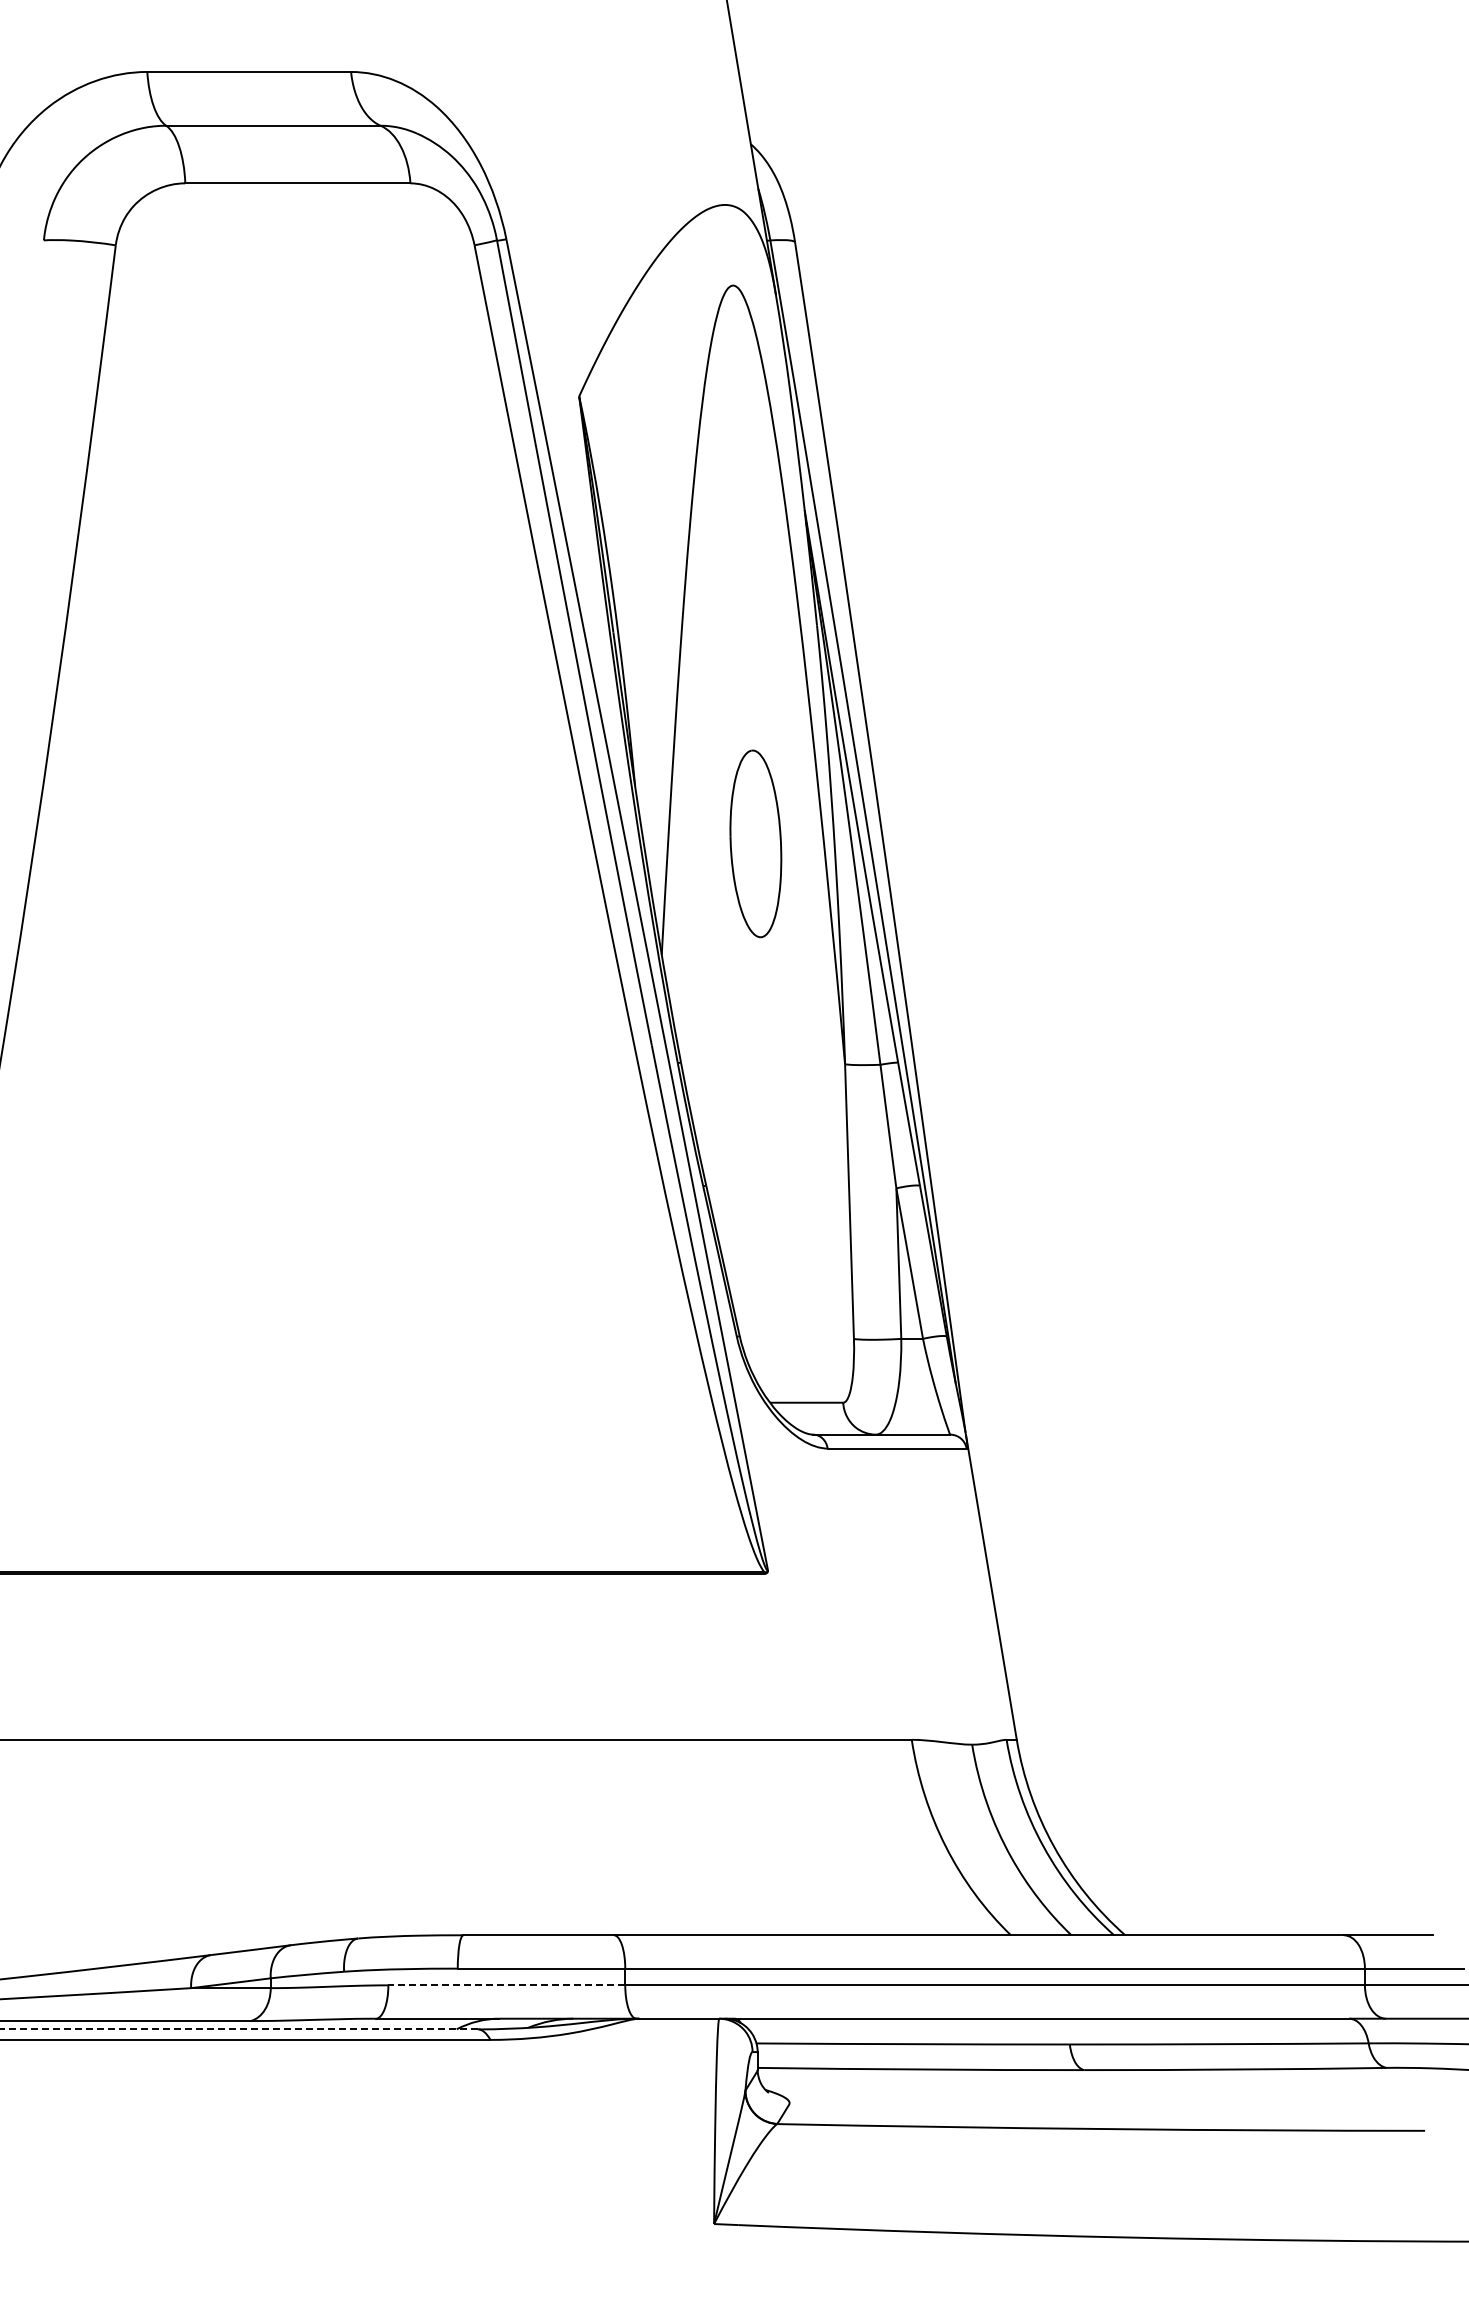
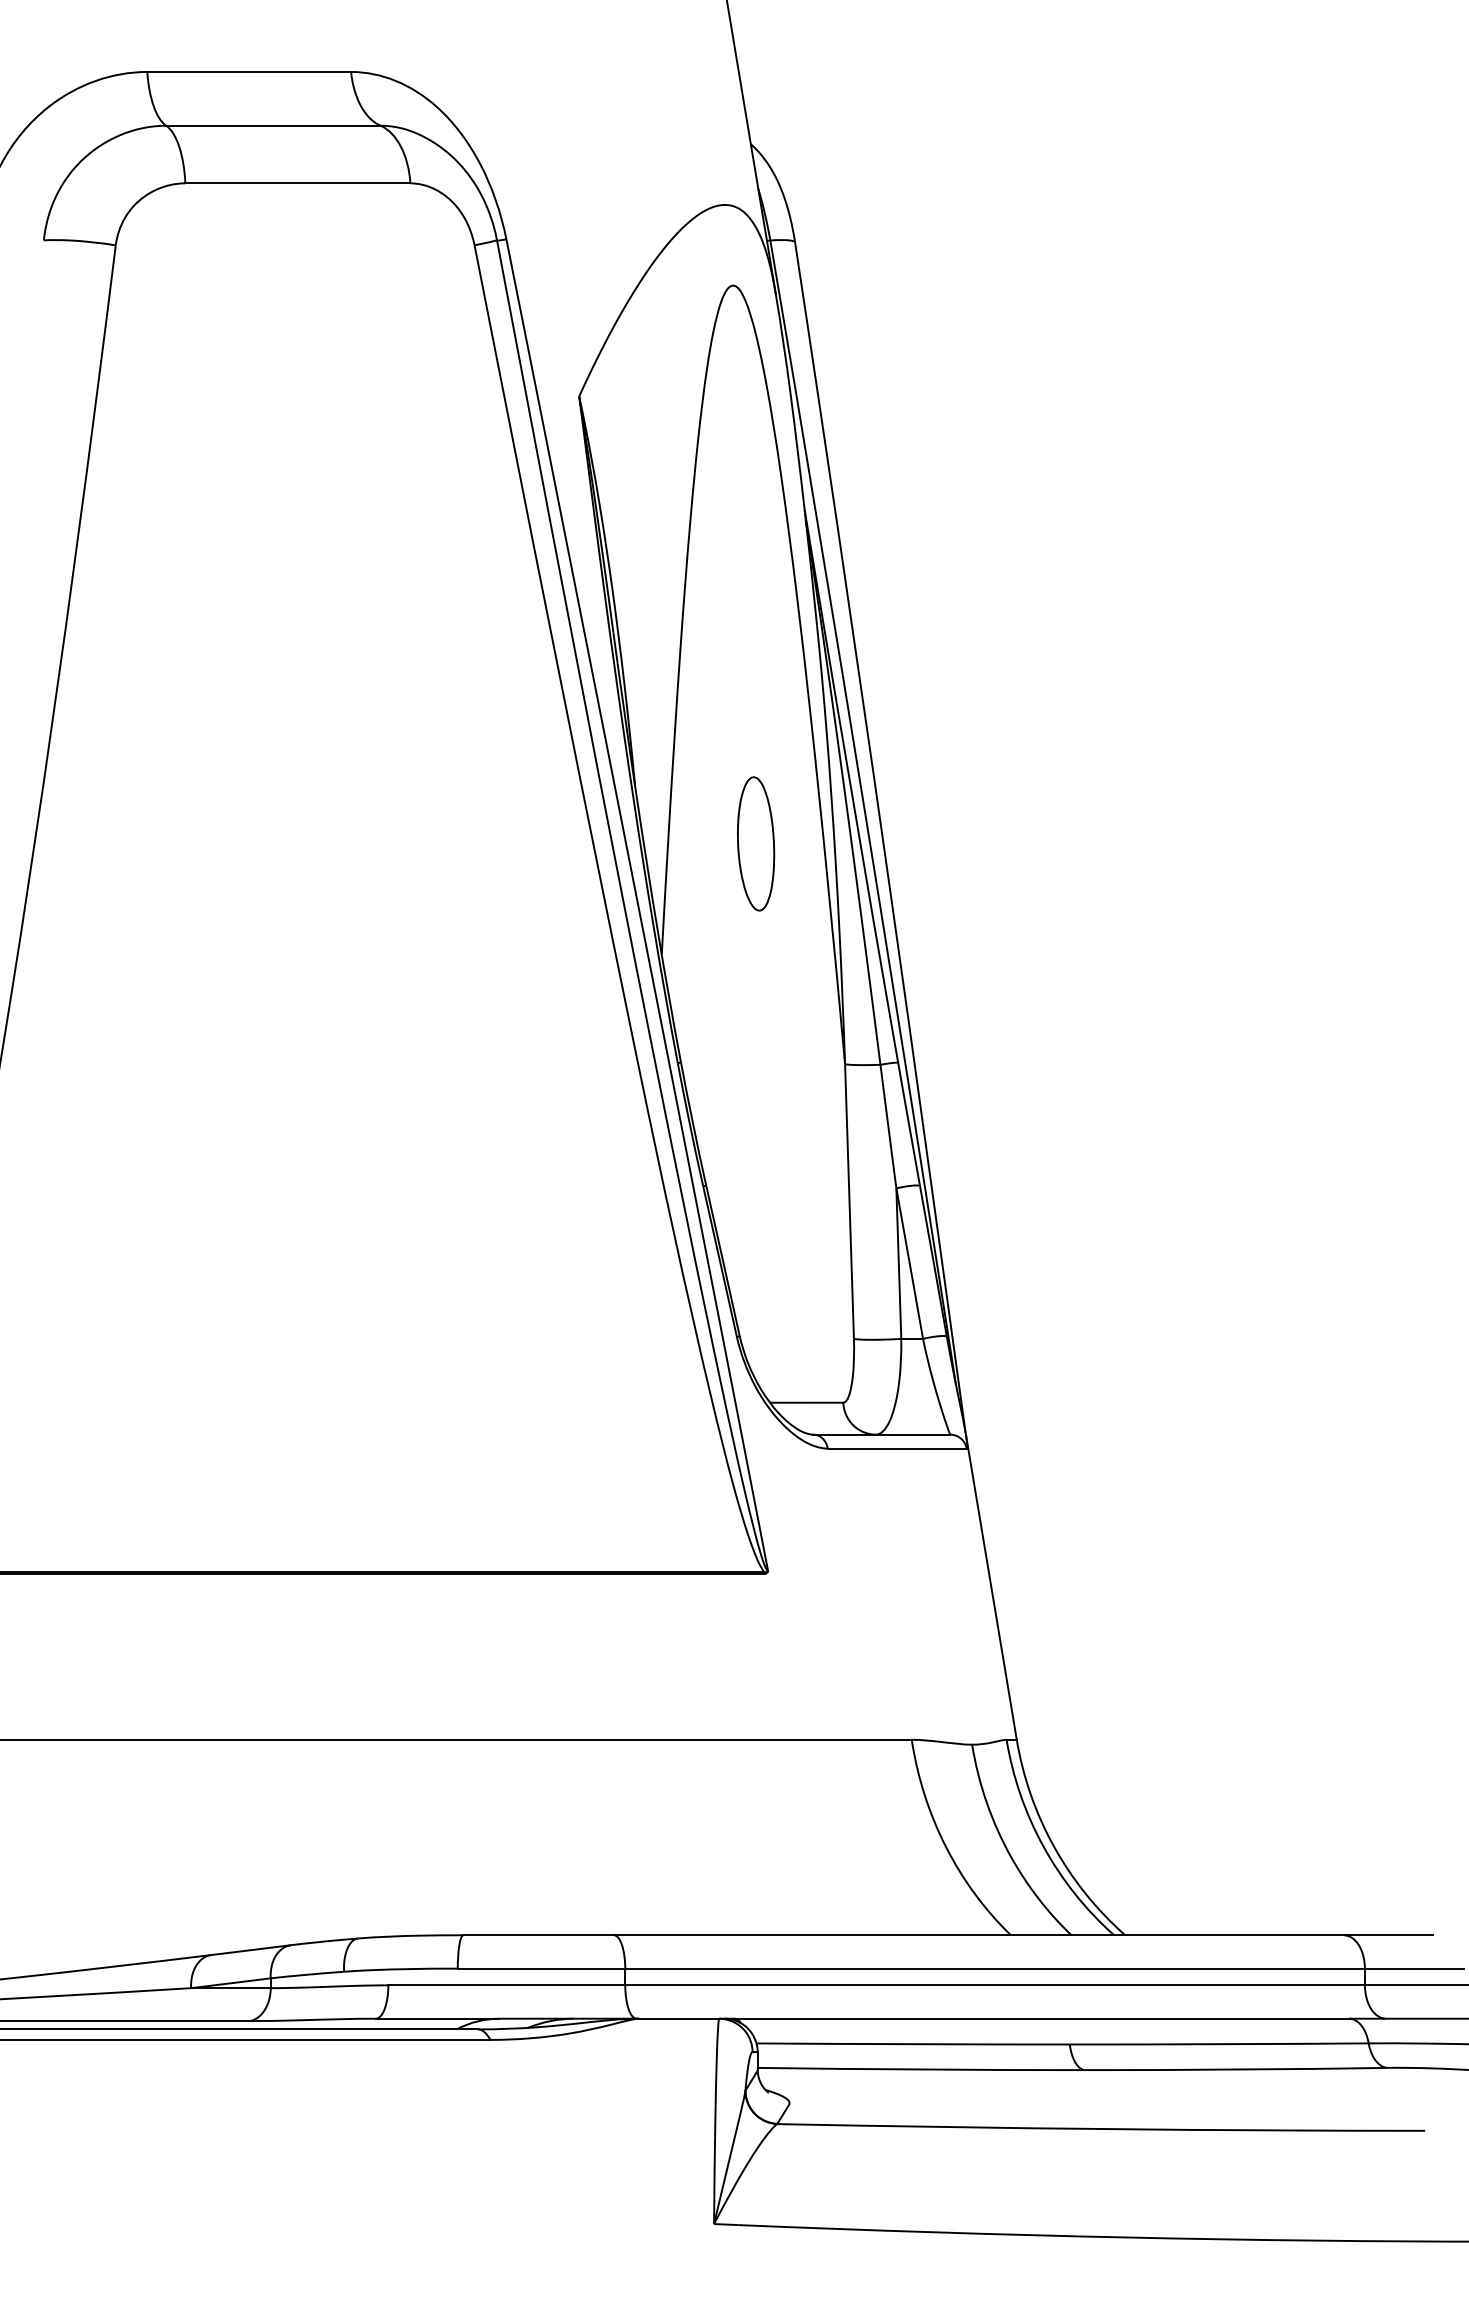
part at (755, 843) size: 54x190 px -> 39x136 px
line at (506, 1985): dashed -> solid
line at (238, 2029): dashed -> solid
